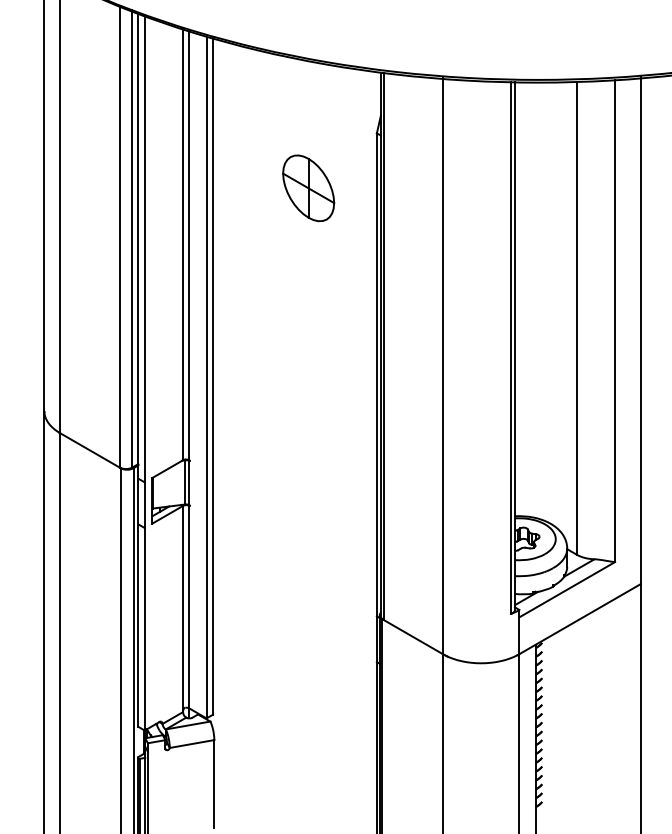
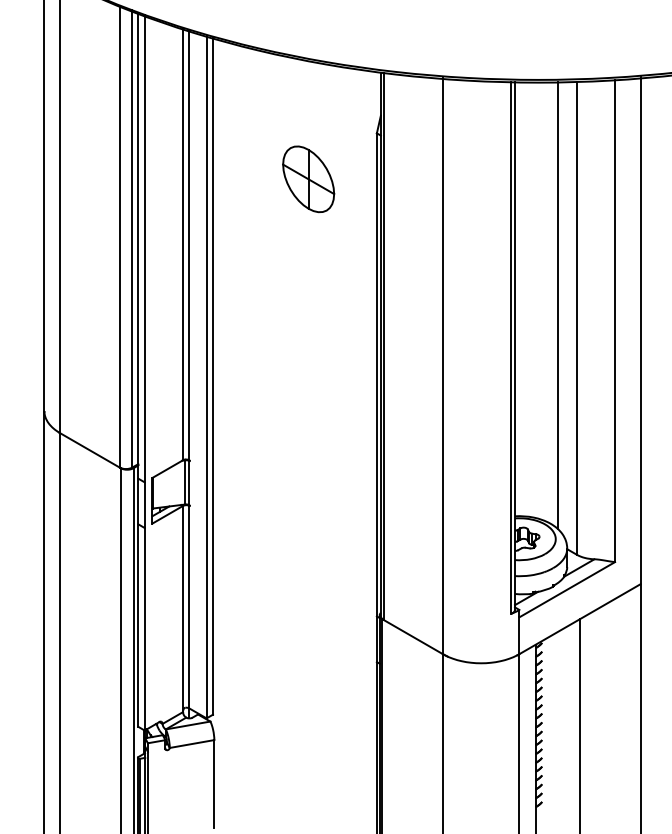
part at (308, 188) position: (308, 188) -> (308, 179)
line at (557, 304): none -> present
line at (579, 724): none -> present
